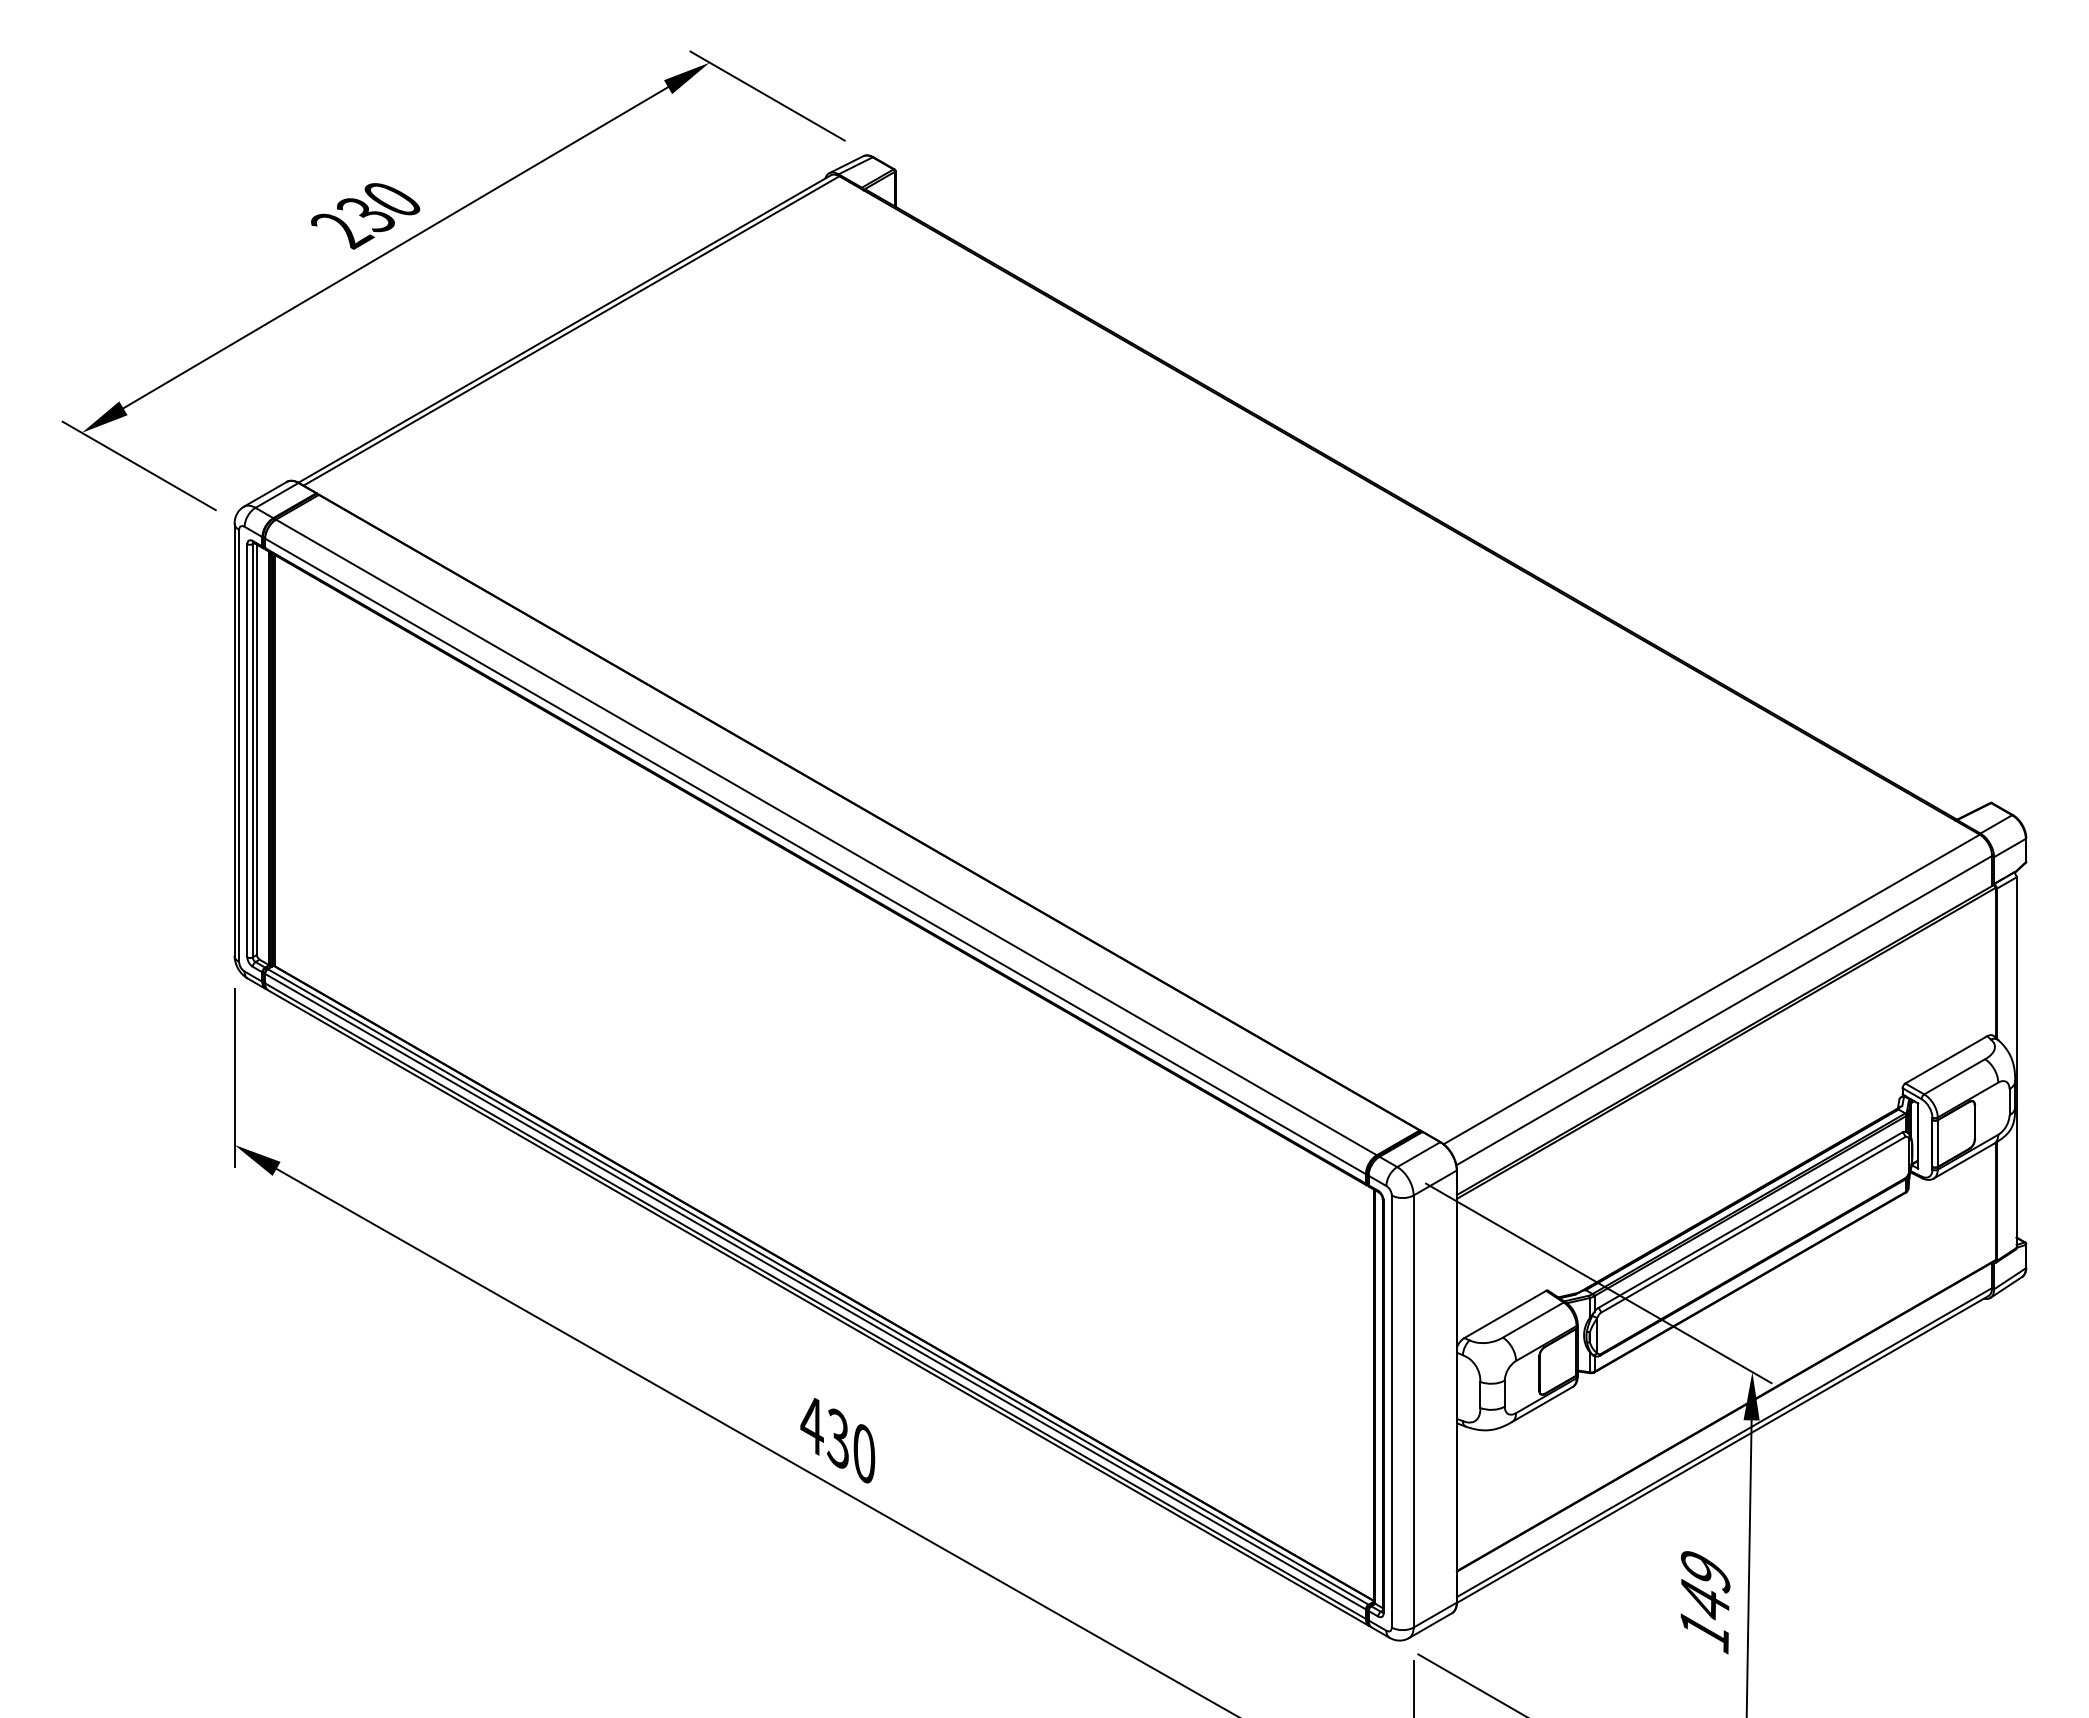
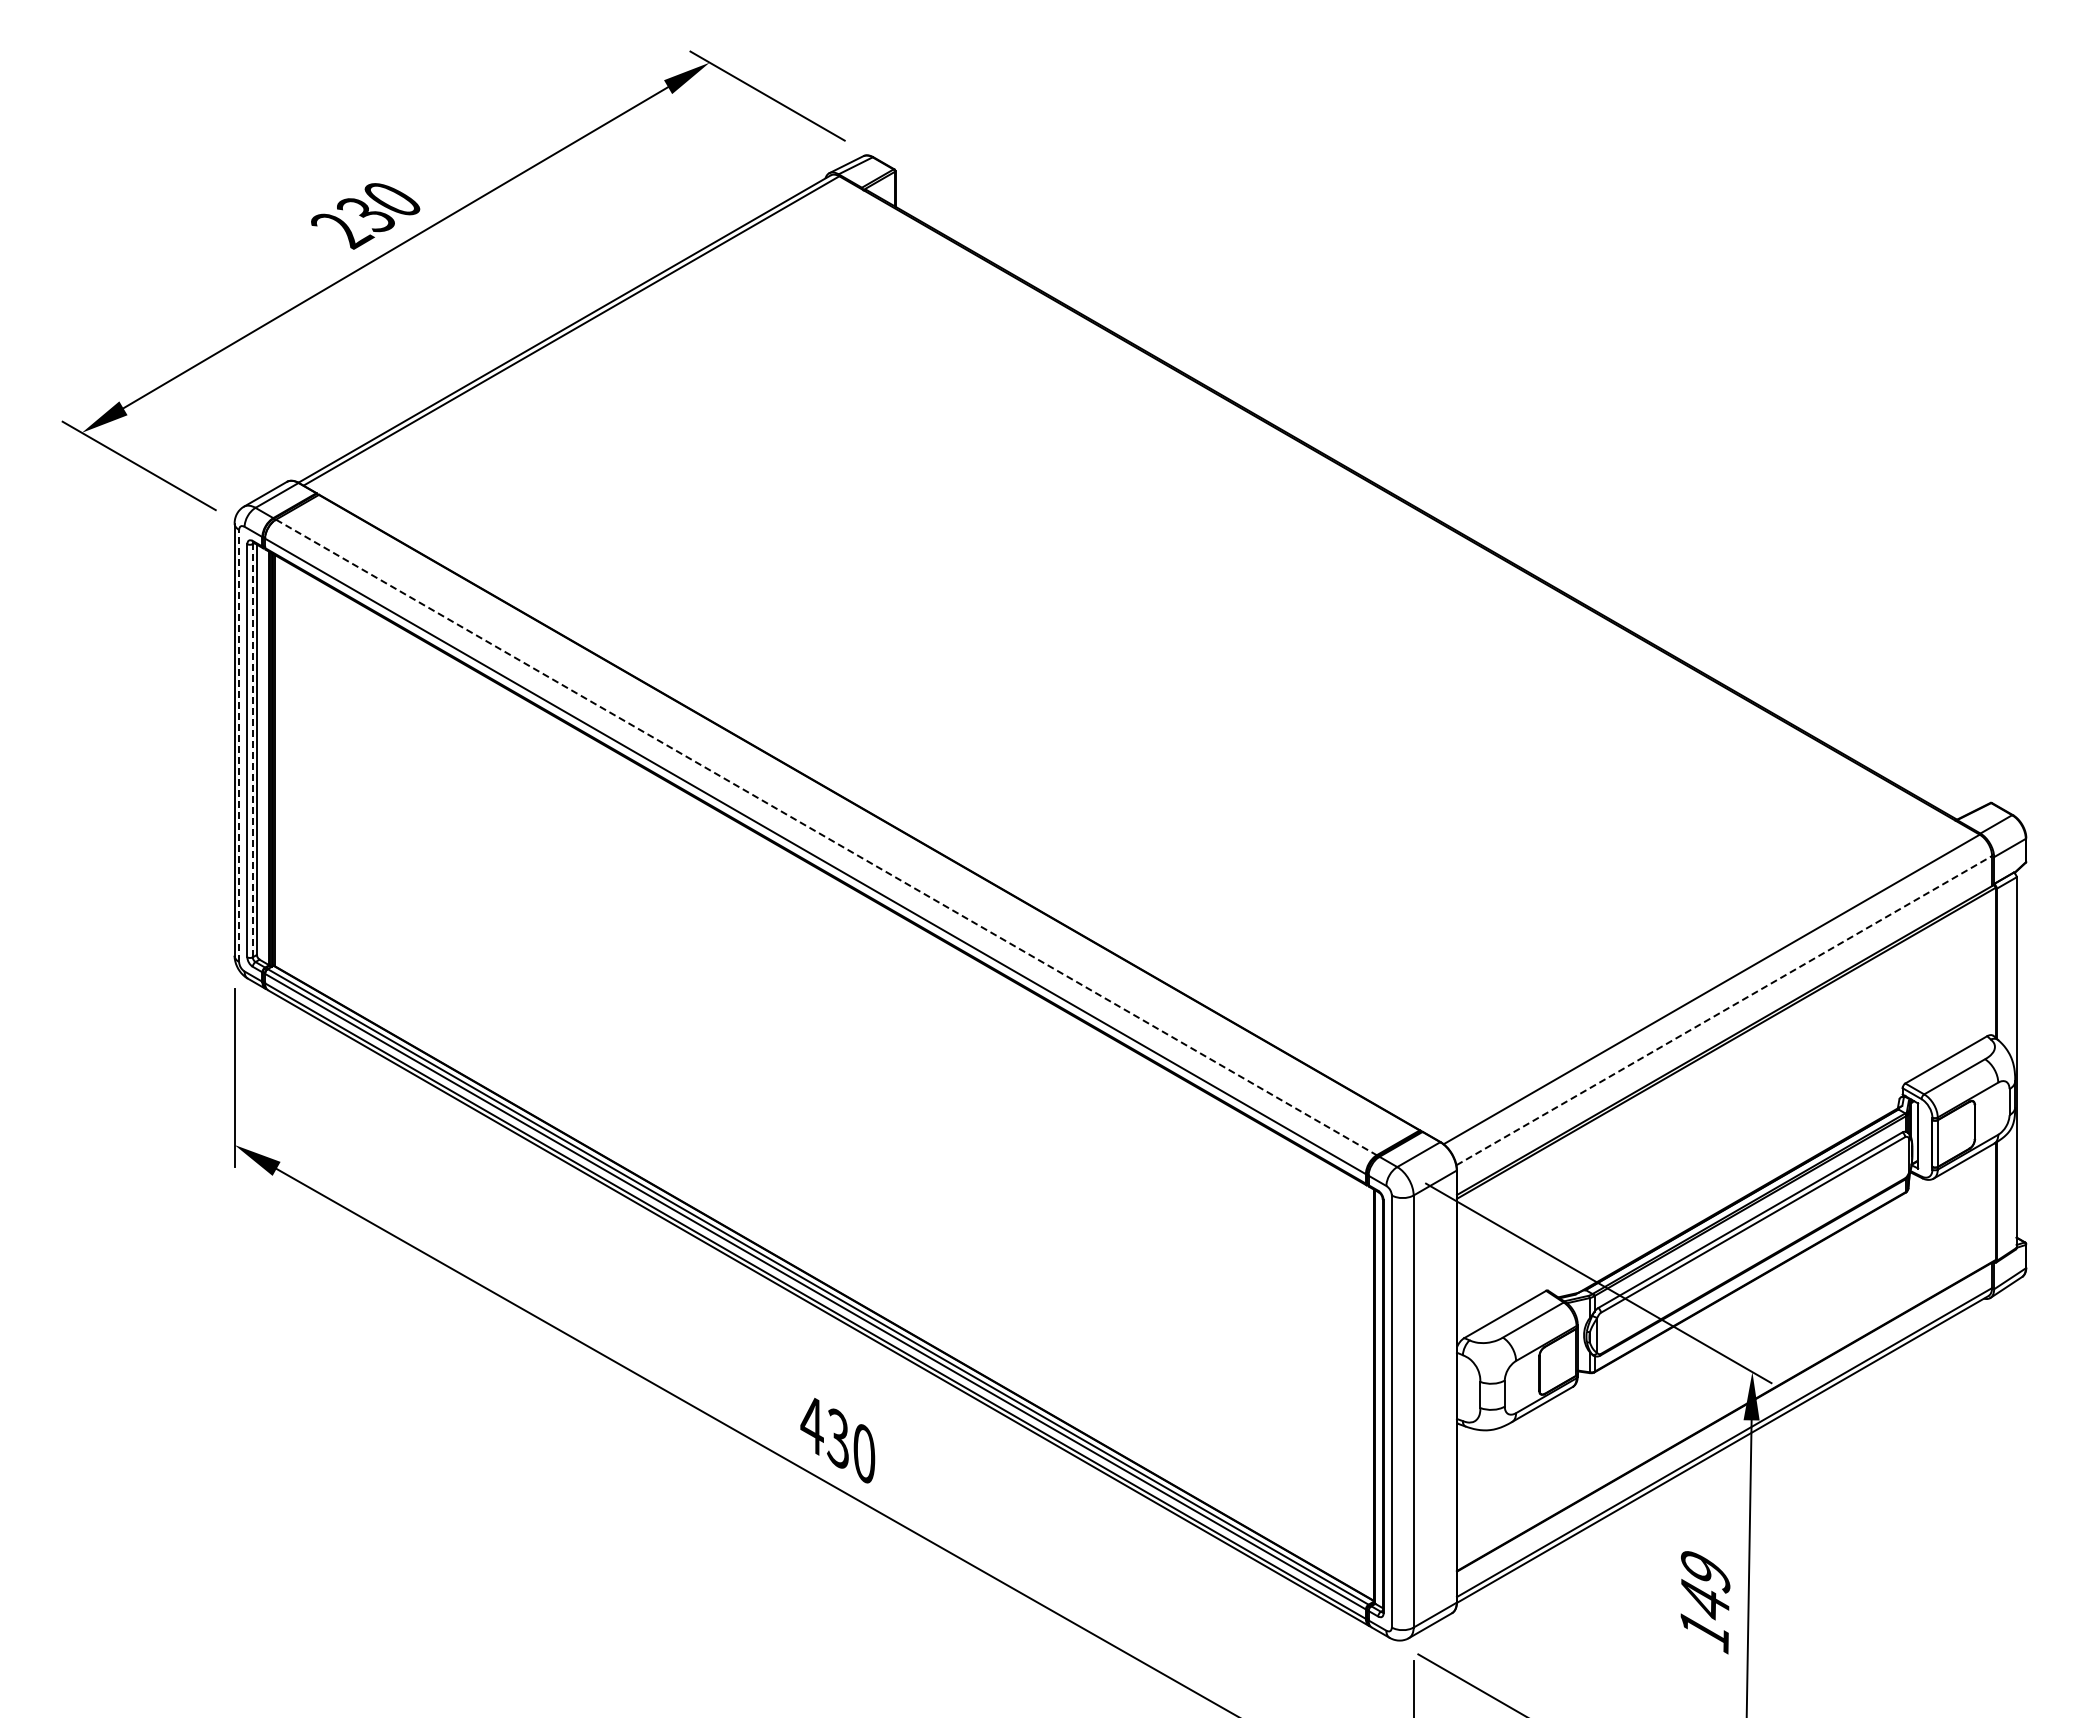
line at (239, 745): solid -> dashed
line at (252, 750): solid -> dashed
line at (826, 837): solid -> dashed
line at (1724, 1010): solid -> dashed
